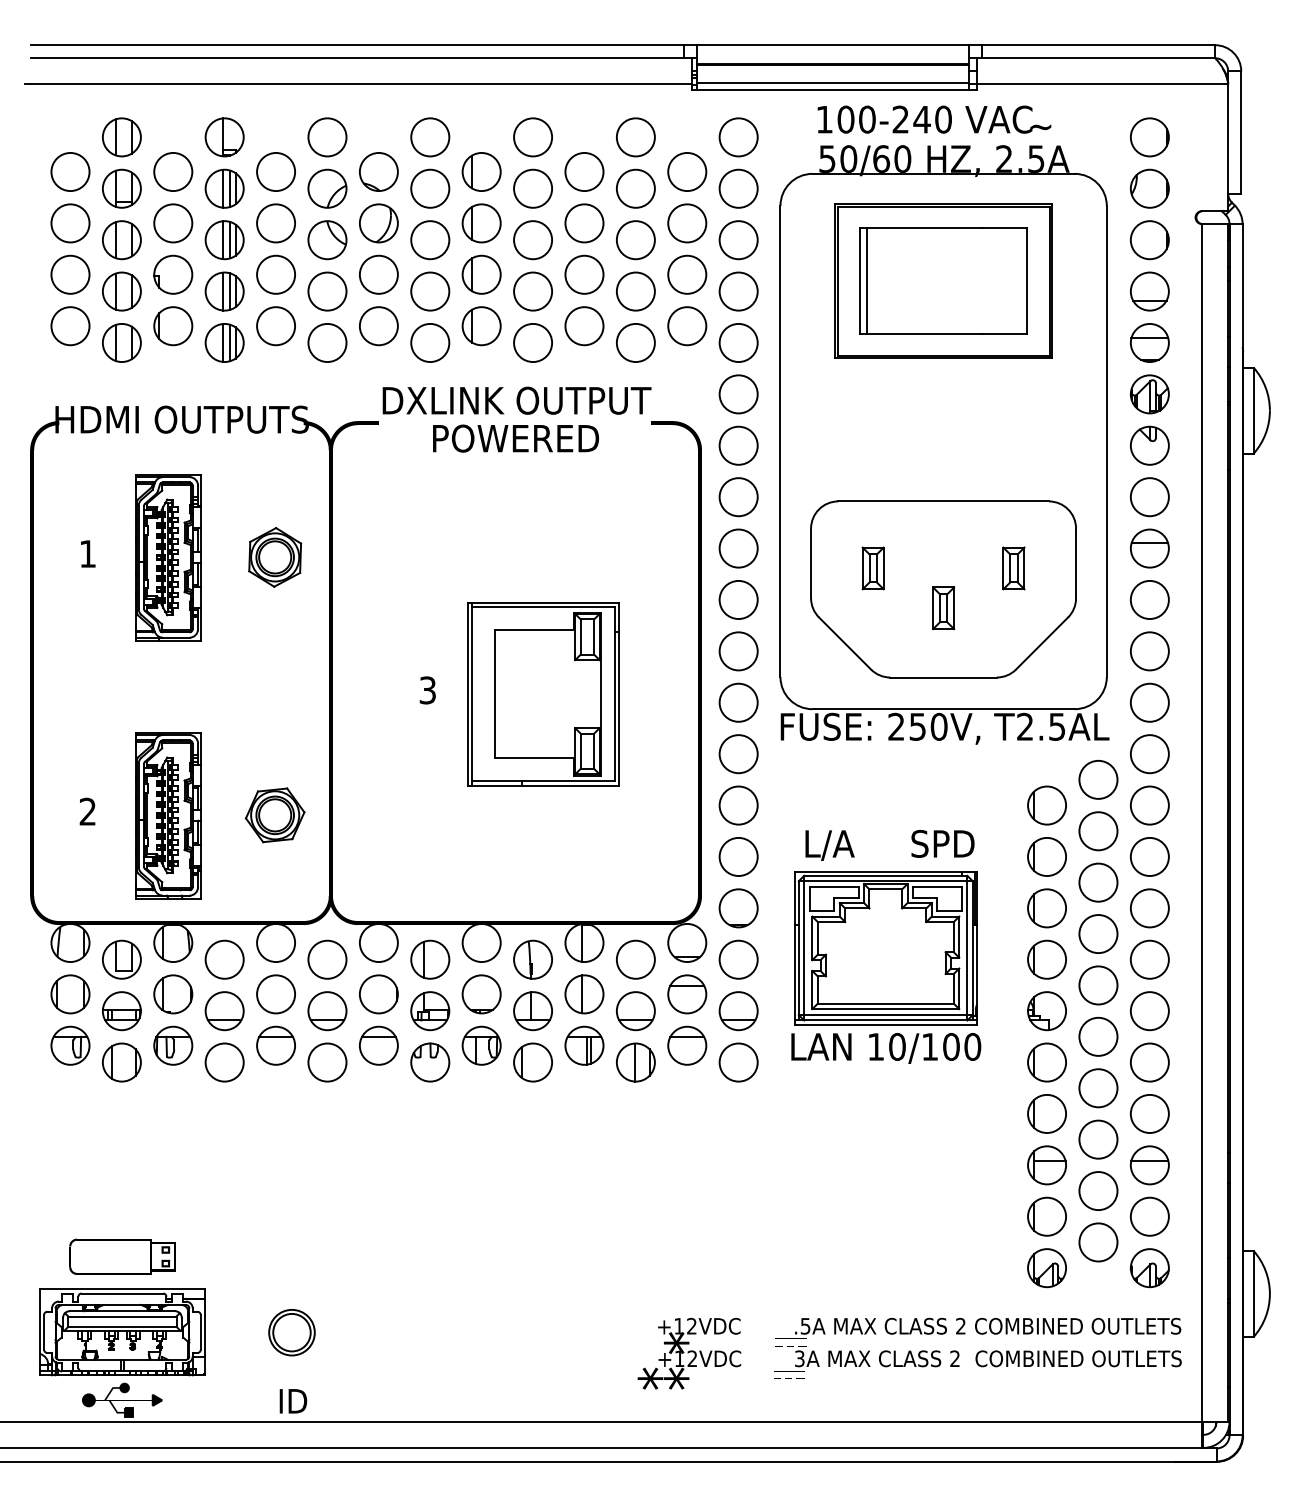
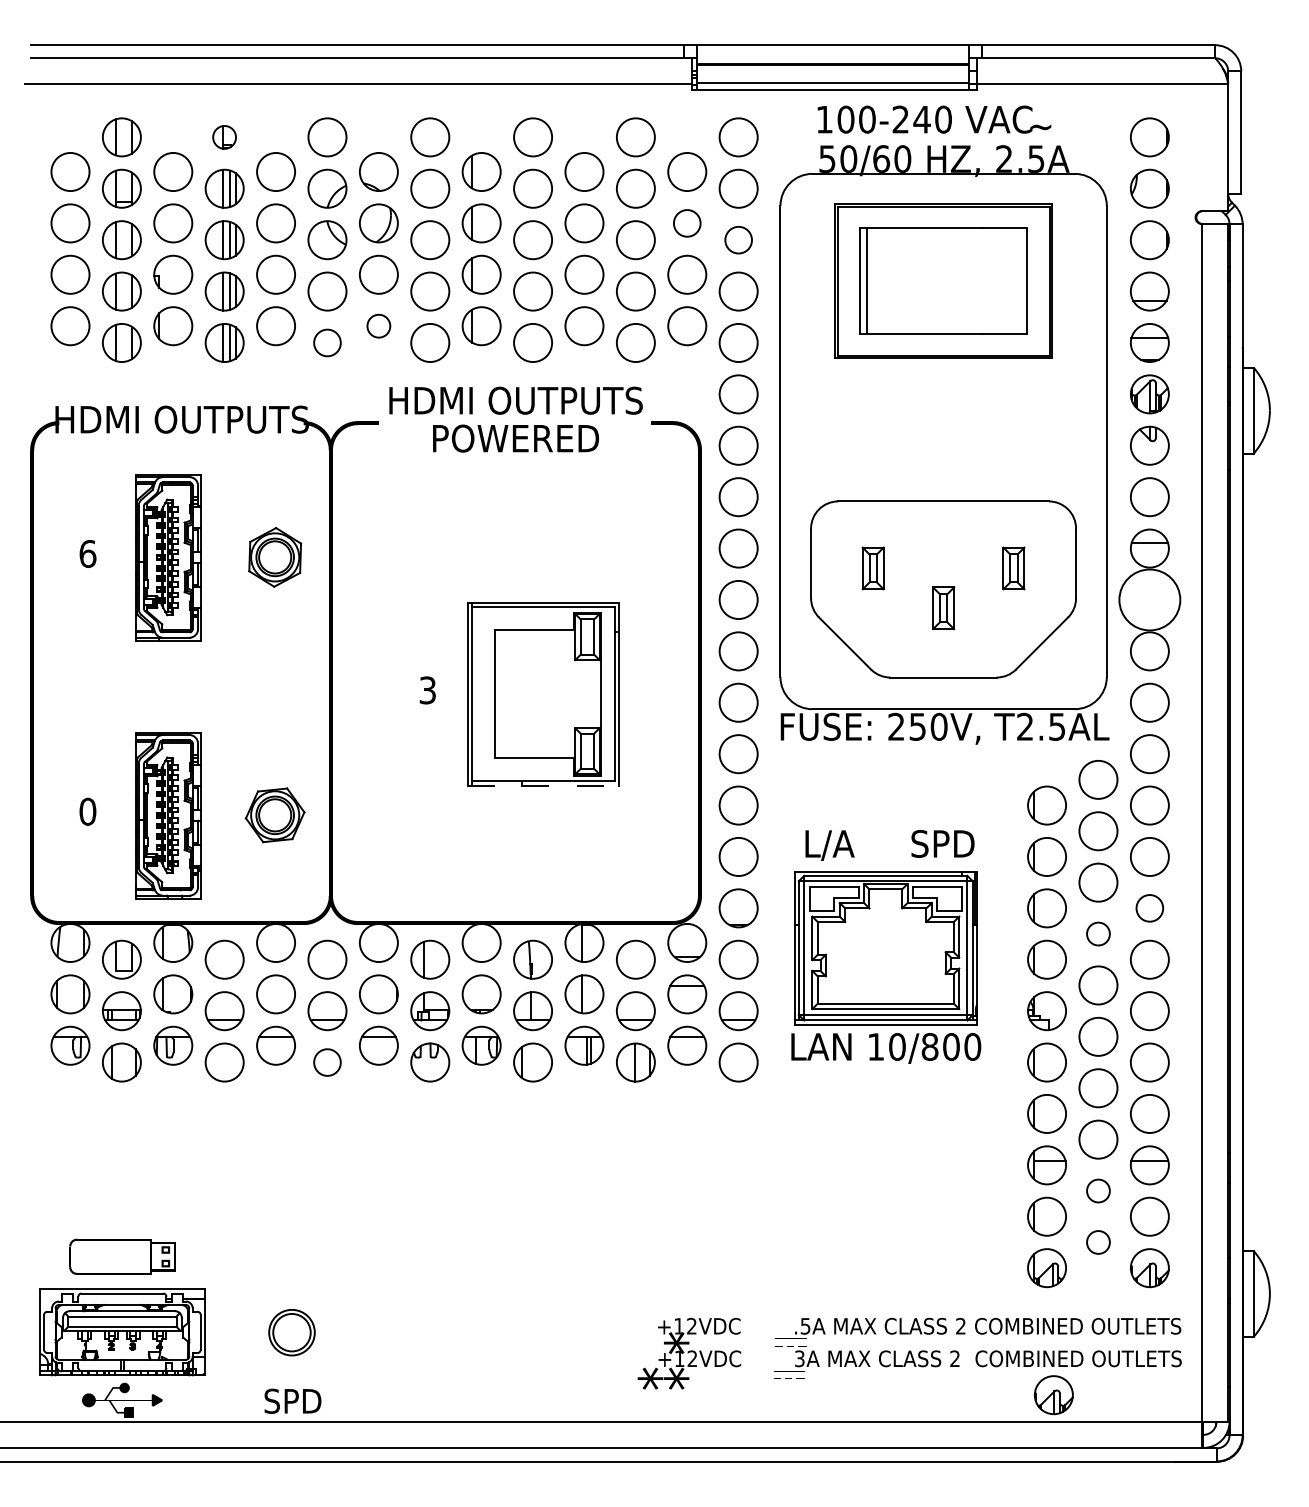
part at (224, 137) size: 41x41 px -> 25x25 px
circle at (687, 223) diameter: 38 px -> 27 px
circle at (738, 240) diameter: 38 px -> 27 px
circle at (378, 326) diameter: 38 px -> 23 px
circle at (327, 342) diameter: 38 px -> 27 px
text at (516, 400): DXLINK OUTPUT -> HDMI OUTPUTS
text at (87, 553): 1 -> 6
circle at (1149, 599) diameter: 38 px -> 61 px
line at (543, 785): solid -> dashed
text at (87, 811): 2 -> 0
circle at (1149, 908) diameter: 38 px -> 27 px
circle at (1098, 934) diameter: 38 px -> 23 px
text at (929, 1046): 10/100 -> 10/800
circle at (327, 1062) diameter: 38 px -> 27 px
circle at (1098, 1190) size: 41x40 px -> 25x26 px
circle at (1098, 1242) diameter: 38 px -> 23 px
part at (1053, 1395): none -> present
text at (292, 1400): ID -> SPD
